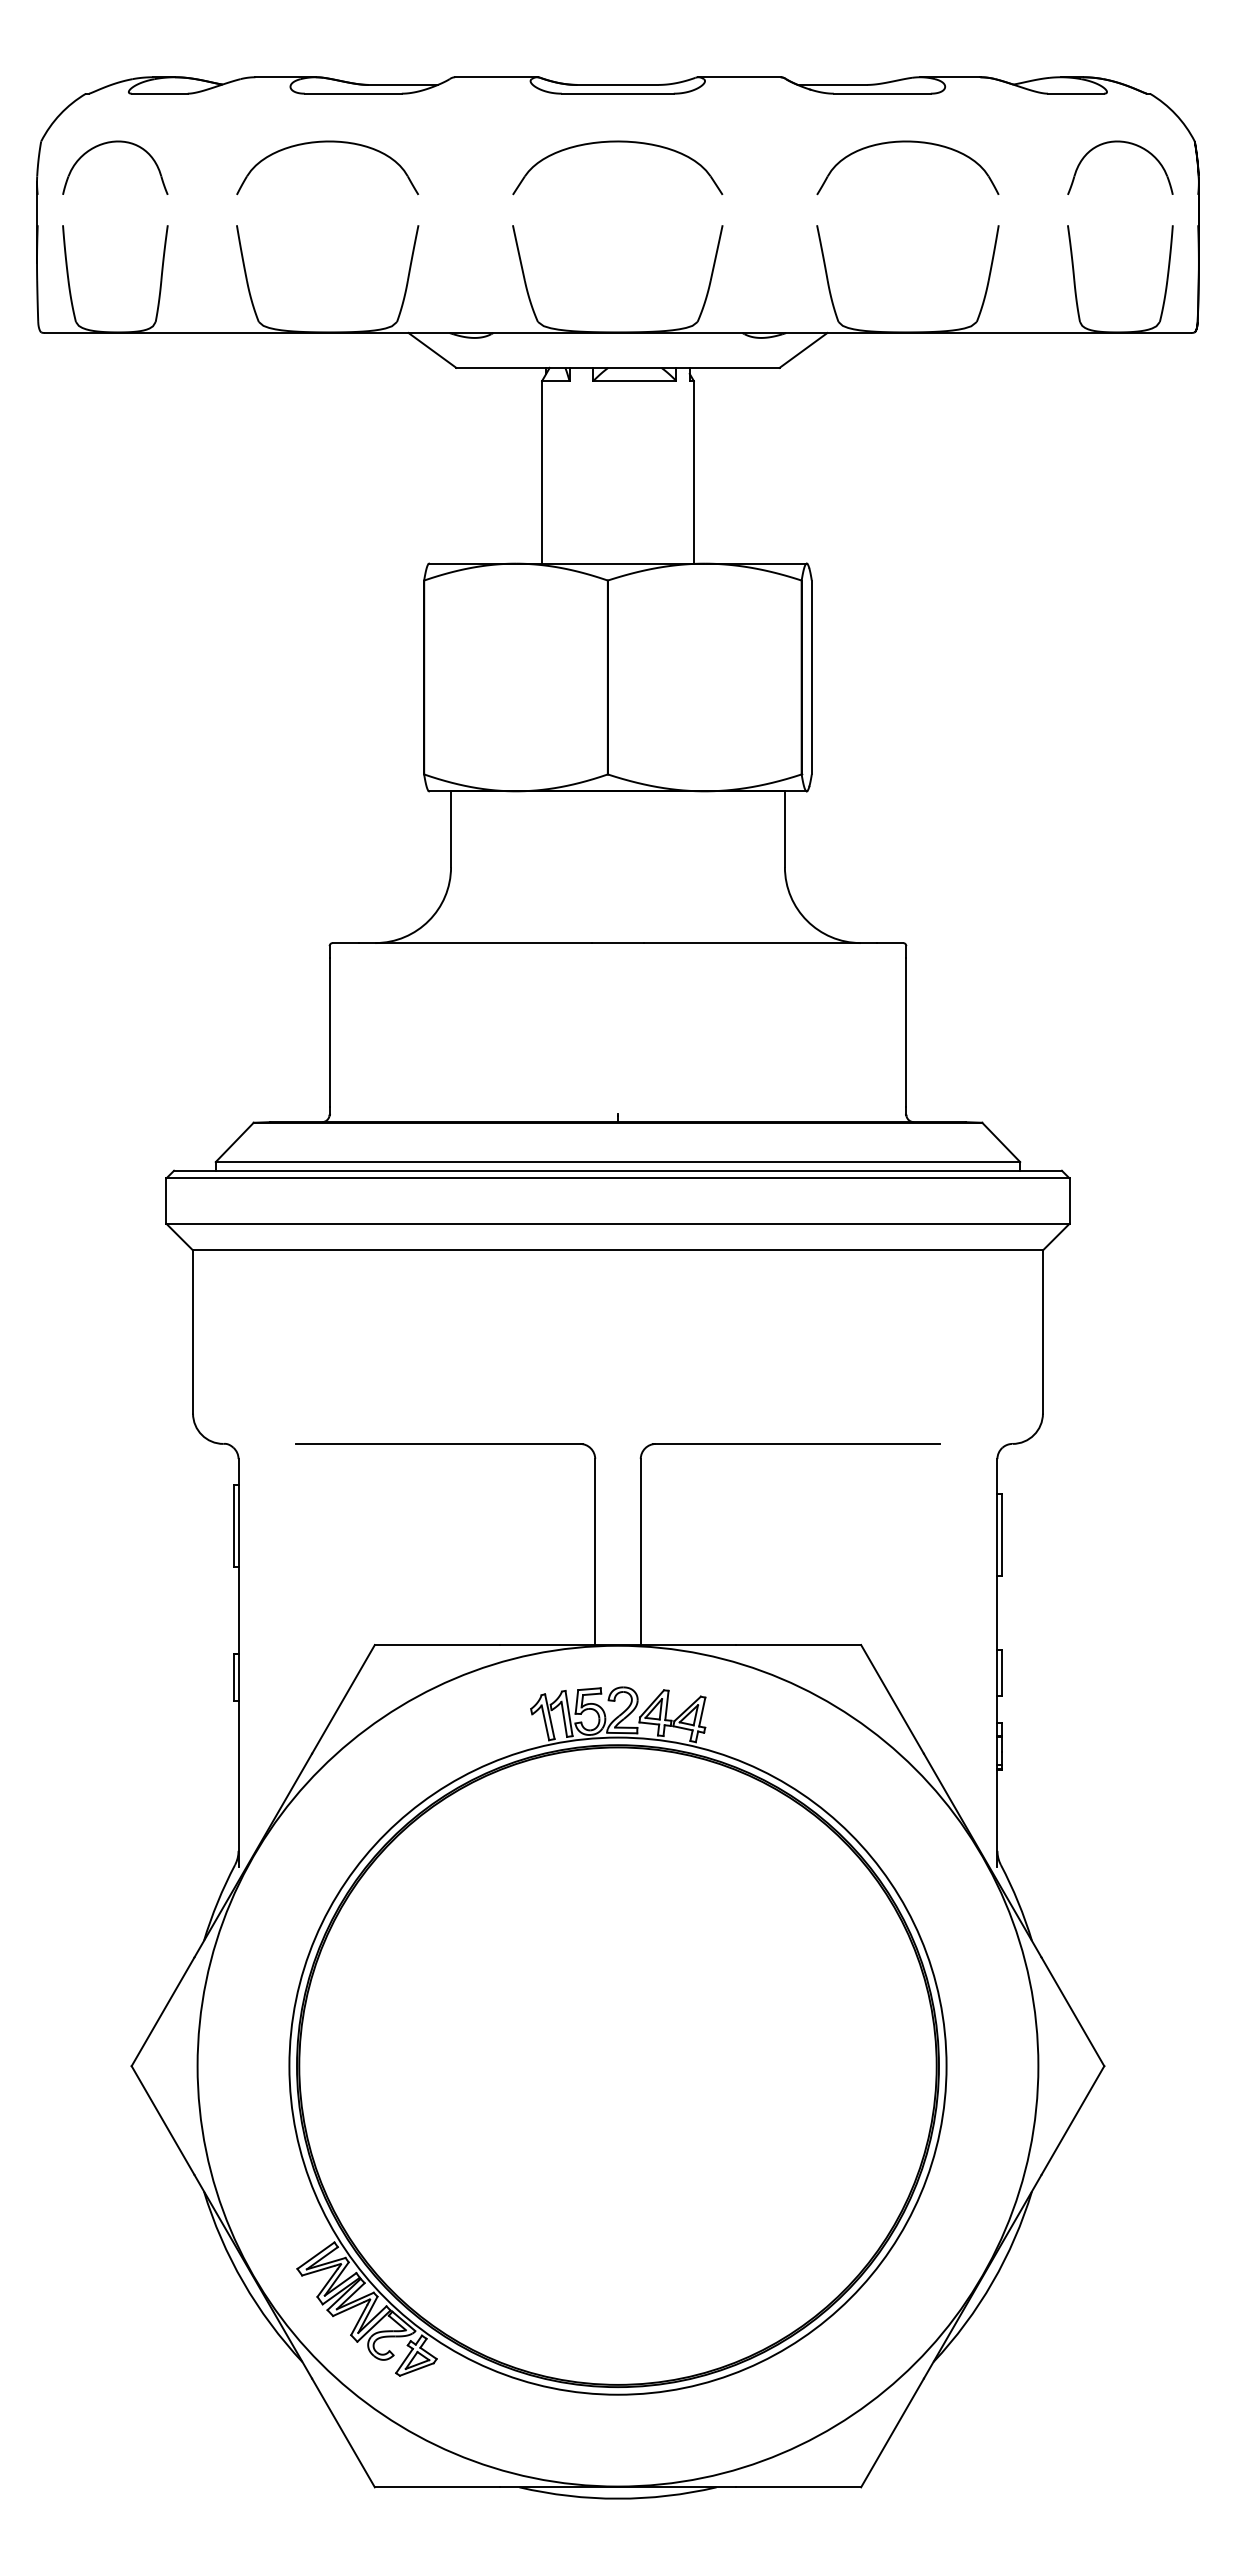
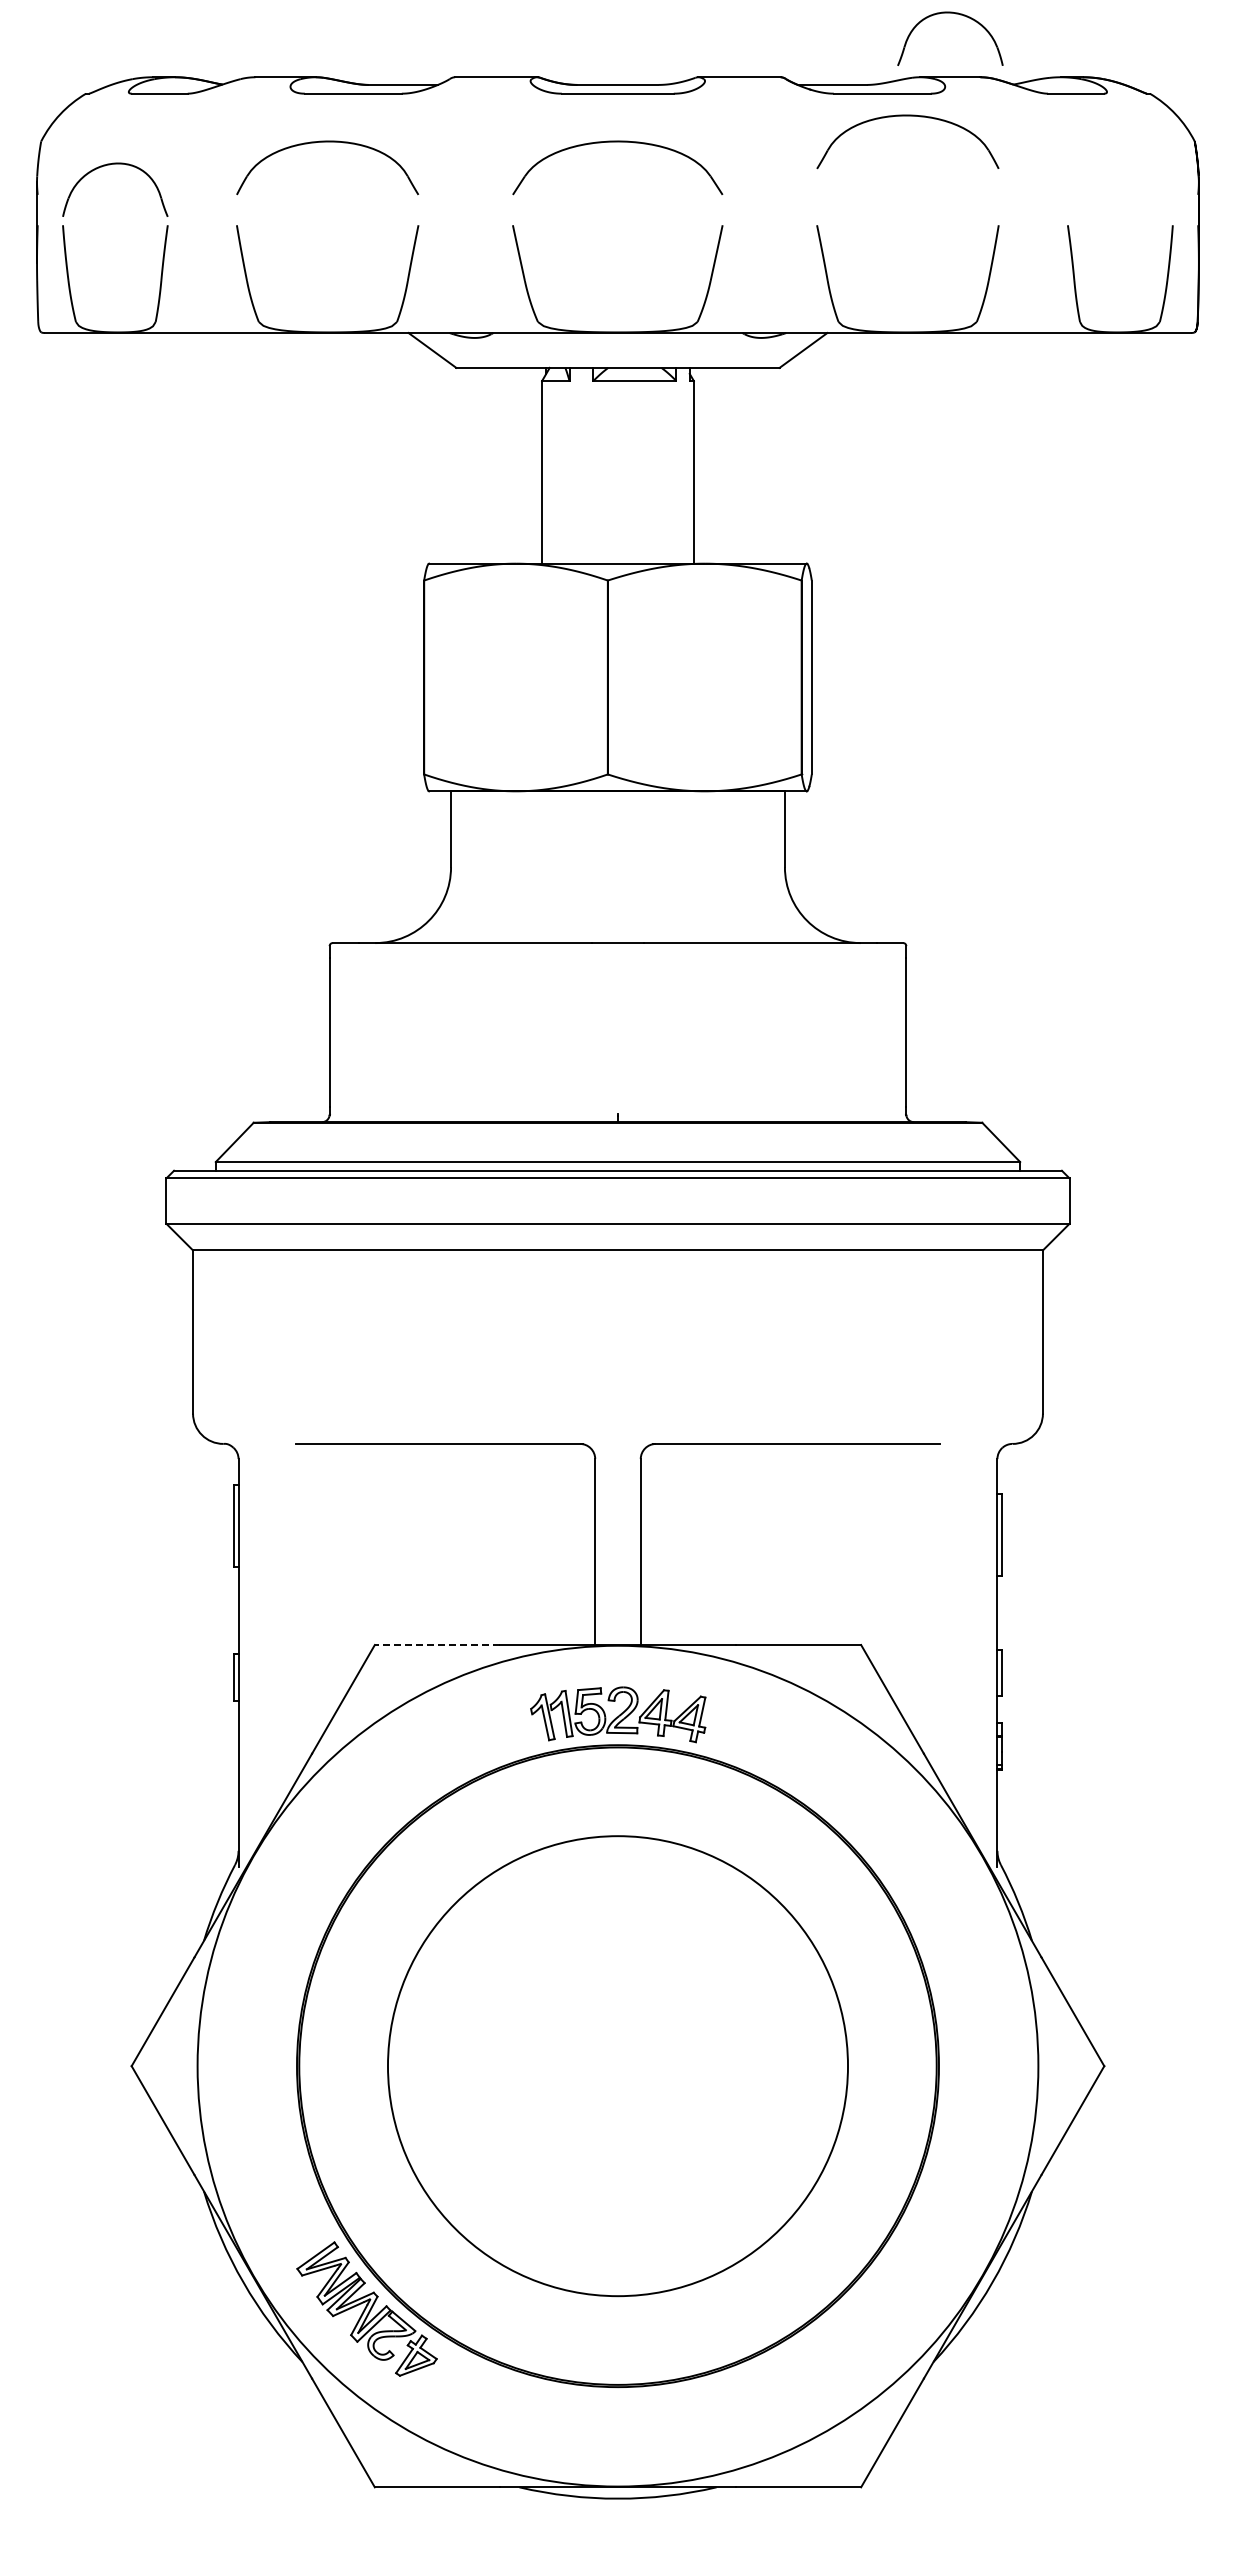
part at (907, 142) position: (907, 142) -> (907, 116)
part at (109, 143) position: (109, 143) -> (109, 165)
part at (1125, 143) position: (1125, 143) -> (955, 14)
line at (437, 1645): solid -> dashed
circle at (617, 2065) diameter: 657 px -> 460 px
